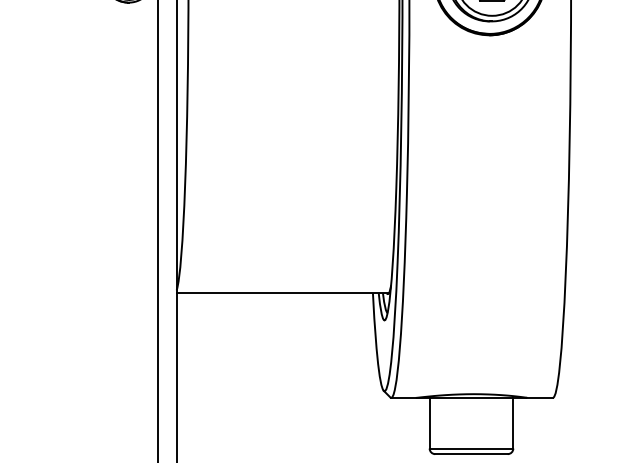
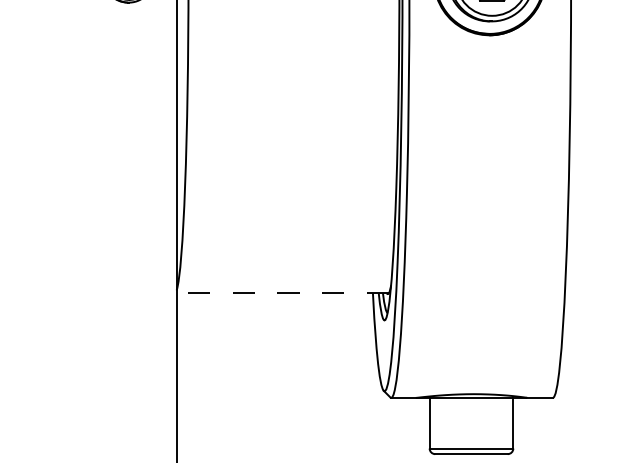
line at (157, 230): present -> none
line at (282, 293): solid -> dashed
